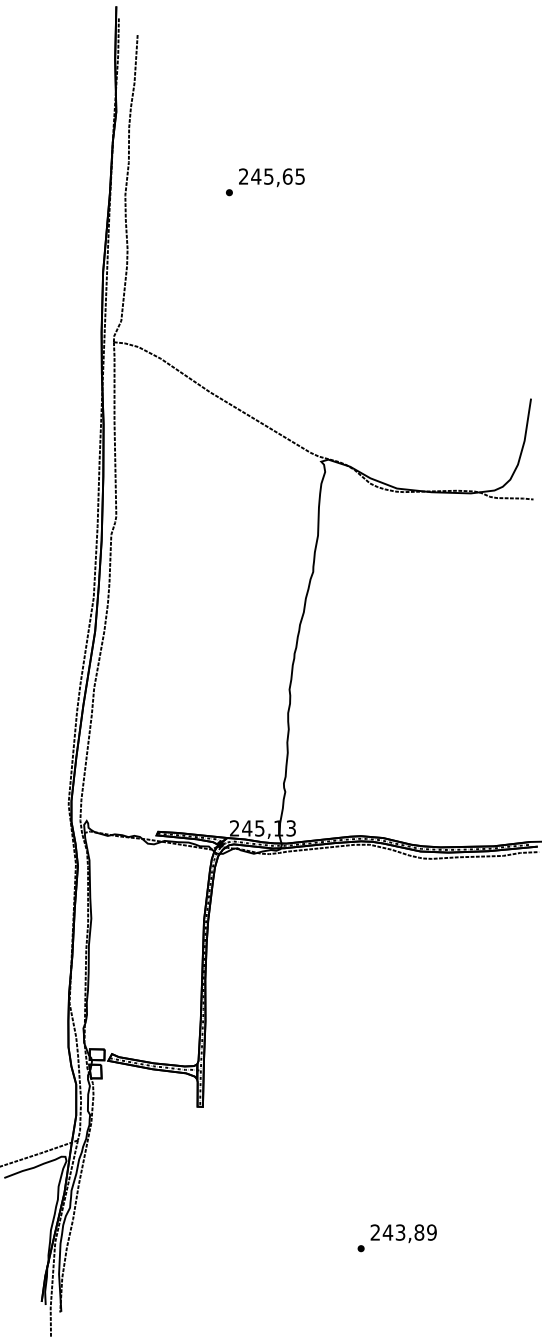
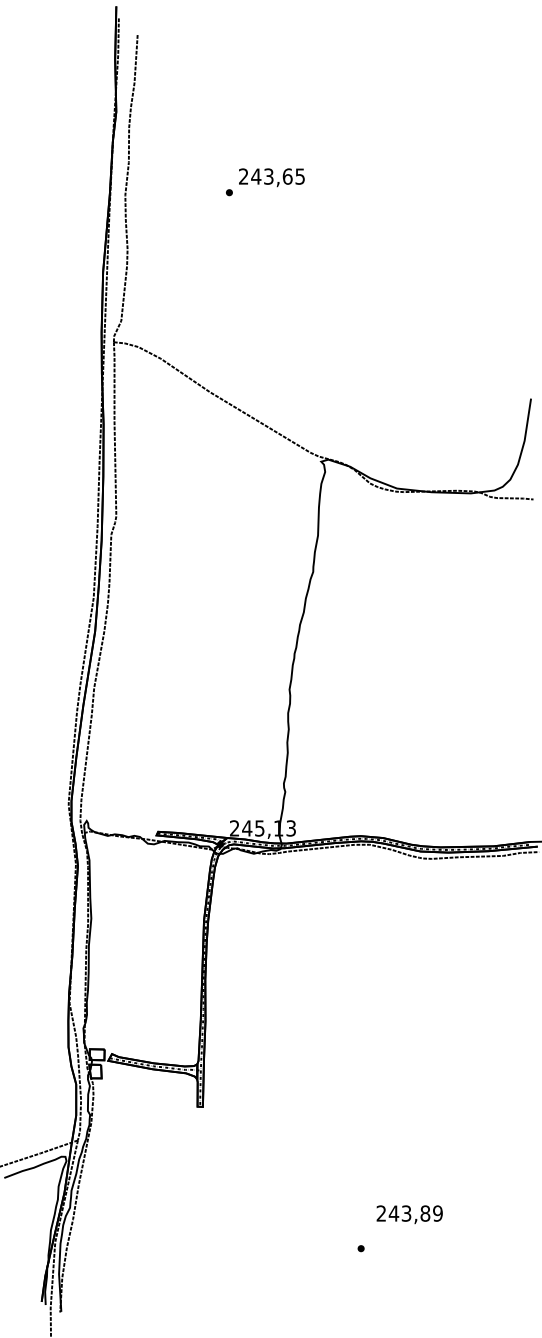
text at (268, 175): 245,65 -> 243,65
text at (403, 1233) position: (403, 1233) -> (409, 1214)
